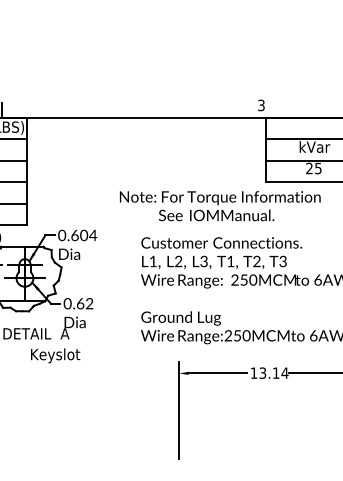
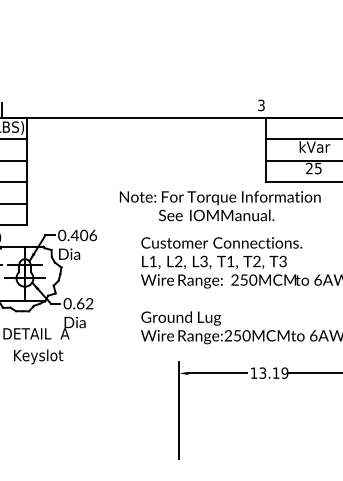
text at (83, 235): 0.604 -> 0.406
text at (55, 355) position: (55, 355) -> (38, 356)
text at (284, 372): 13.14 -> 13.19
